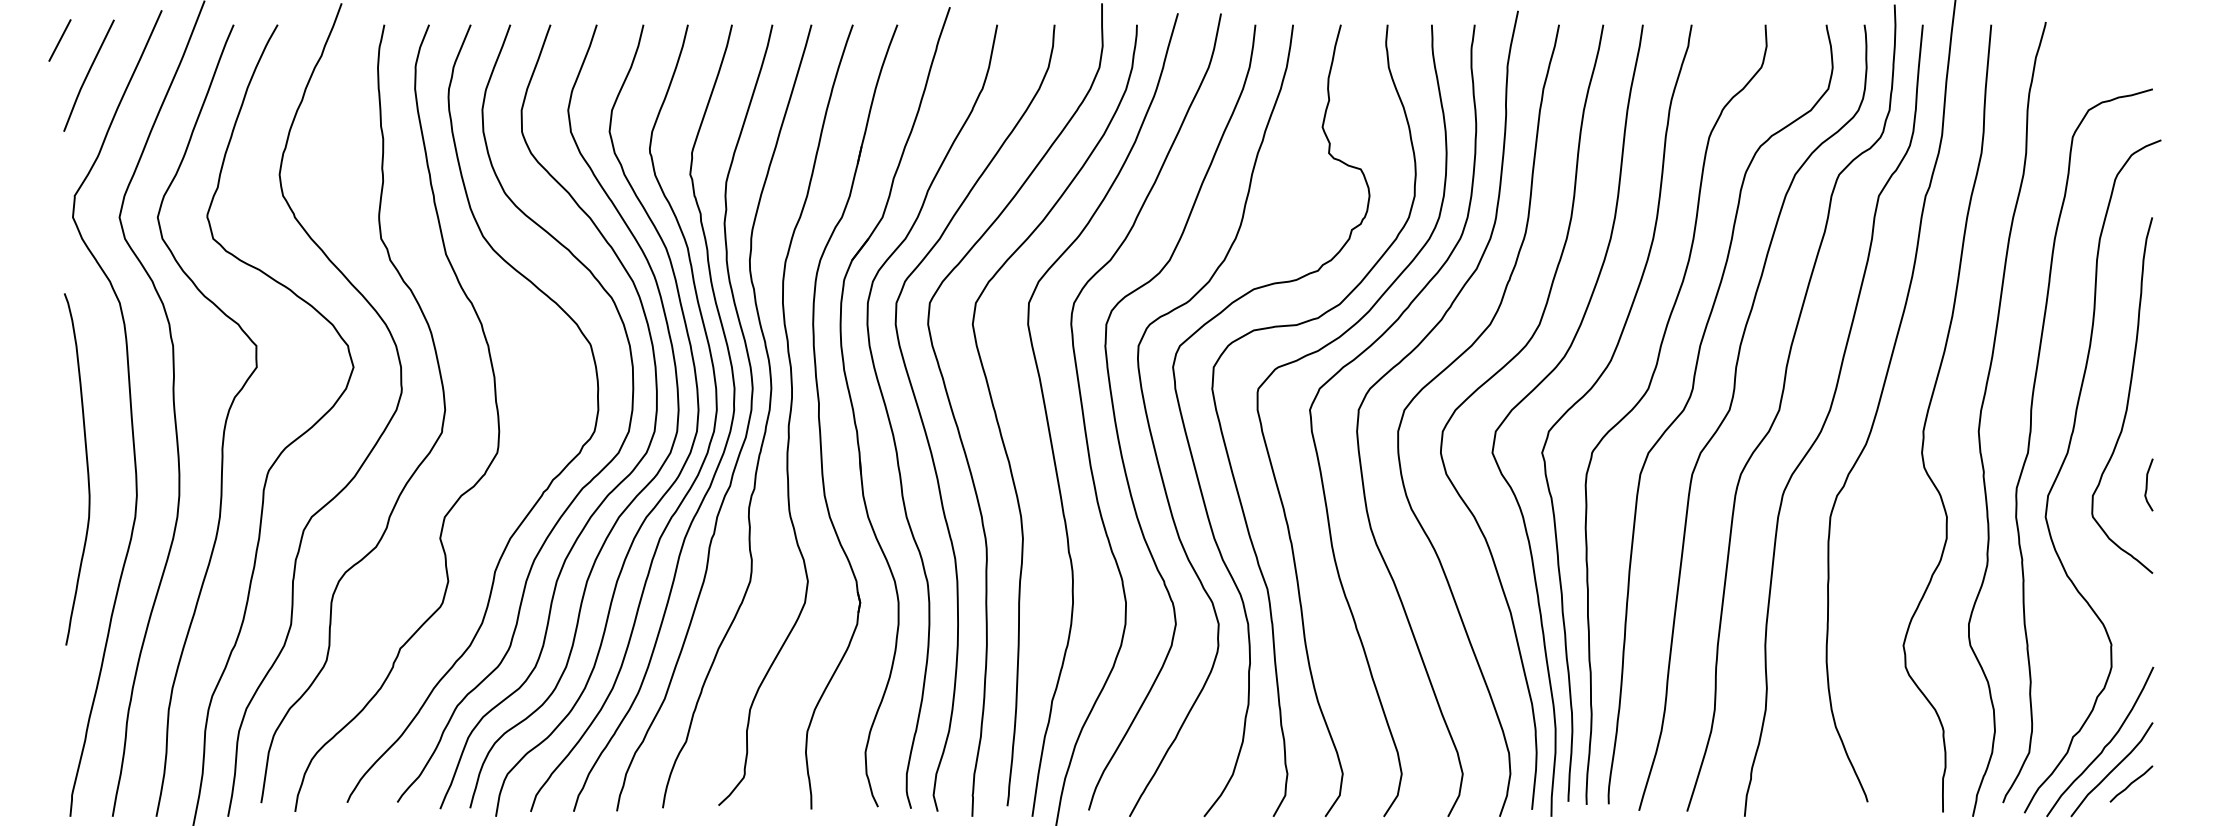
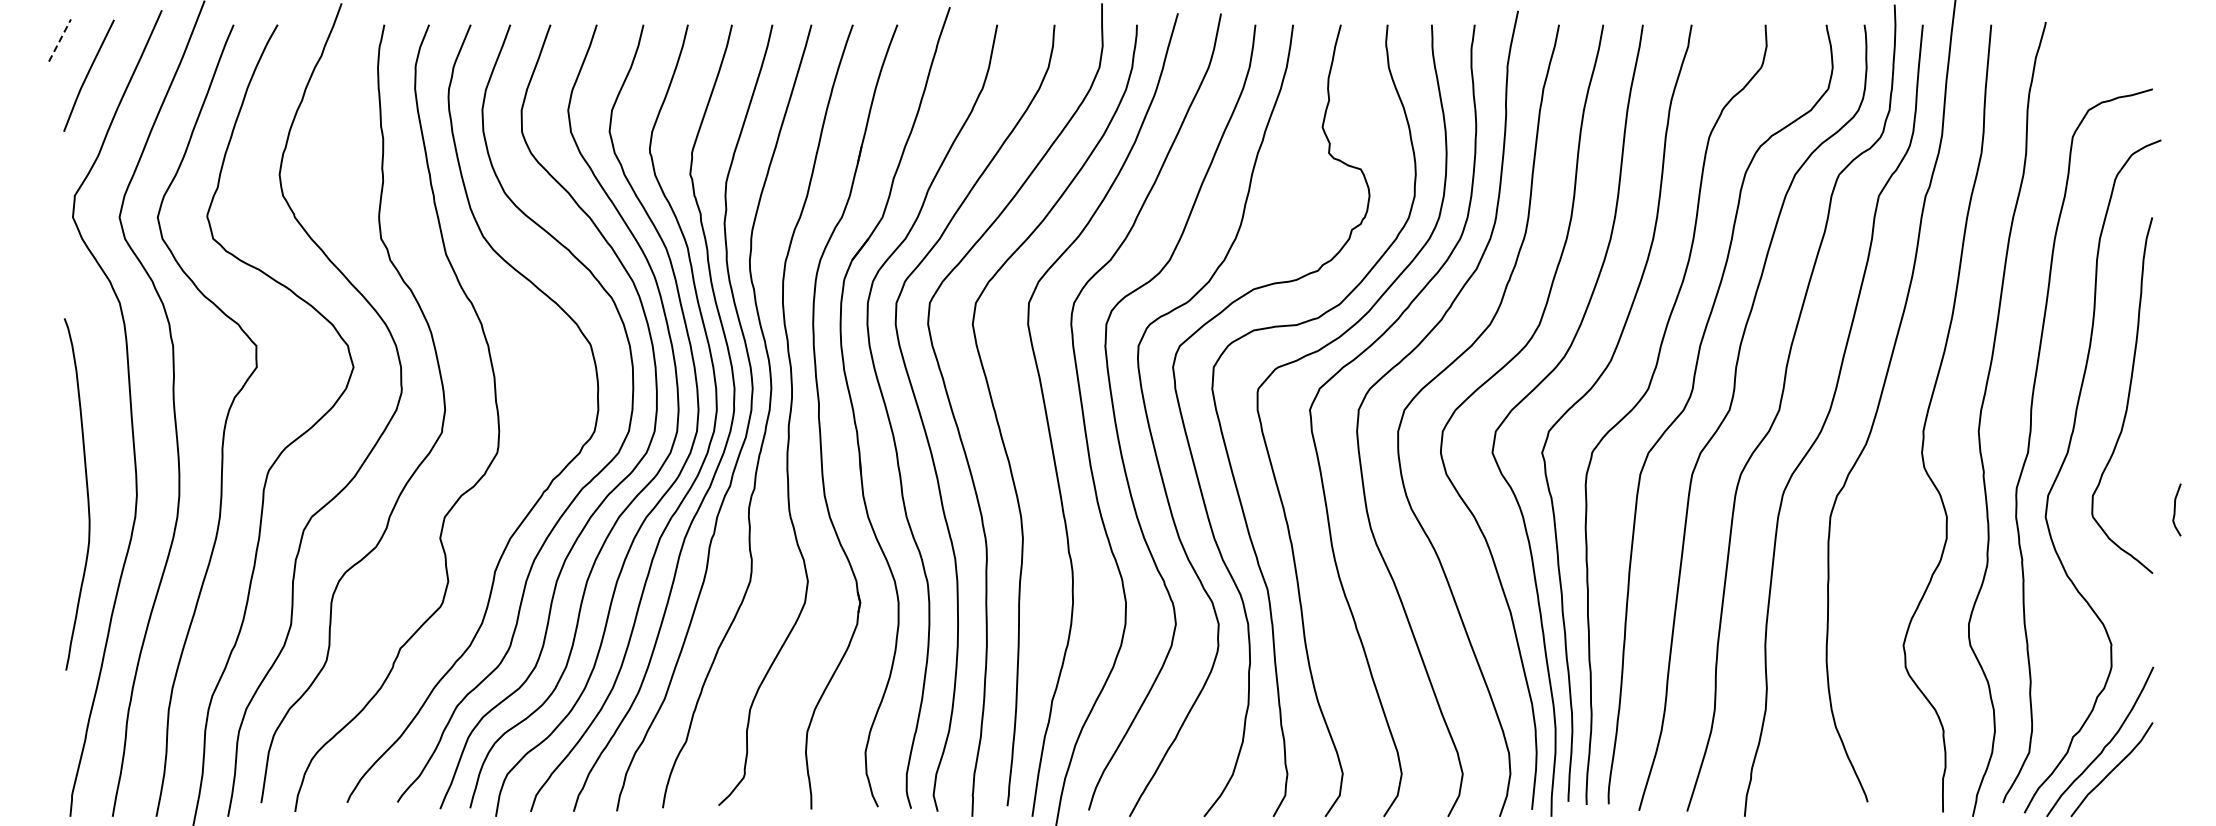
line at (59, 40): solid -> dashed
curve at (86, 467) position: (86, 467) -> (86, 492)
curve at (2147, 484) position: (2147, 484) -> (2175, 509)
line at (2131, 783): present -> none
